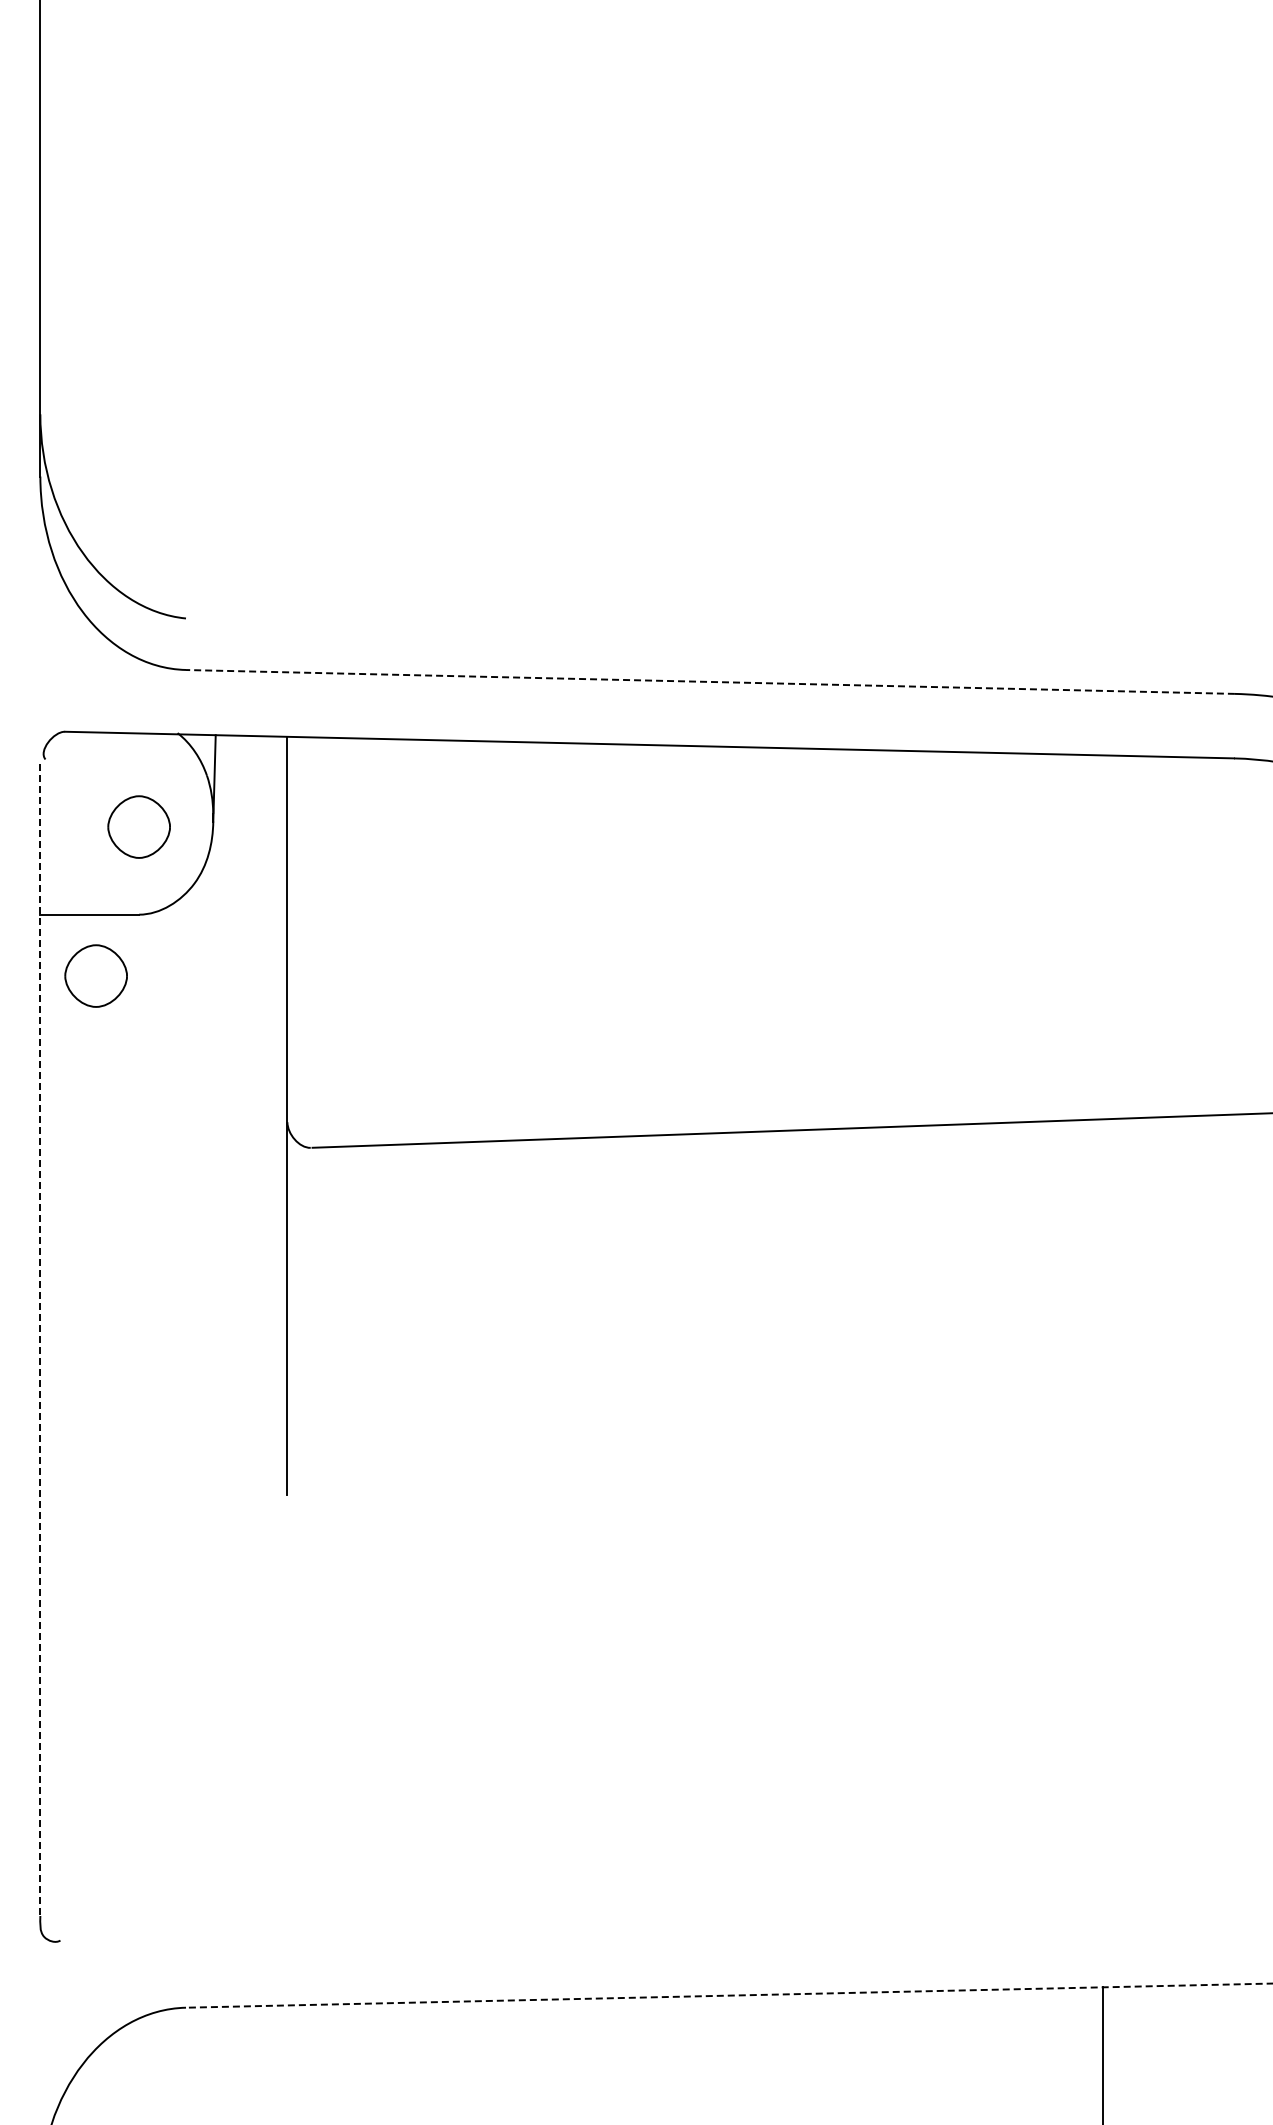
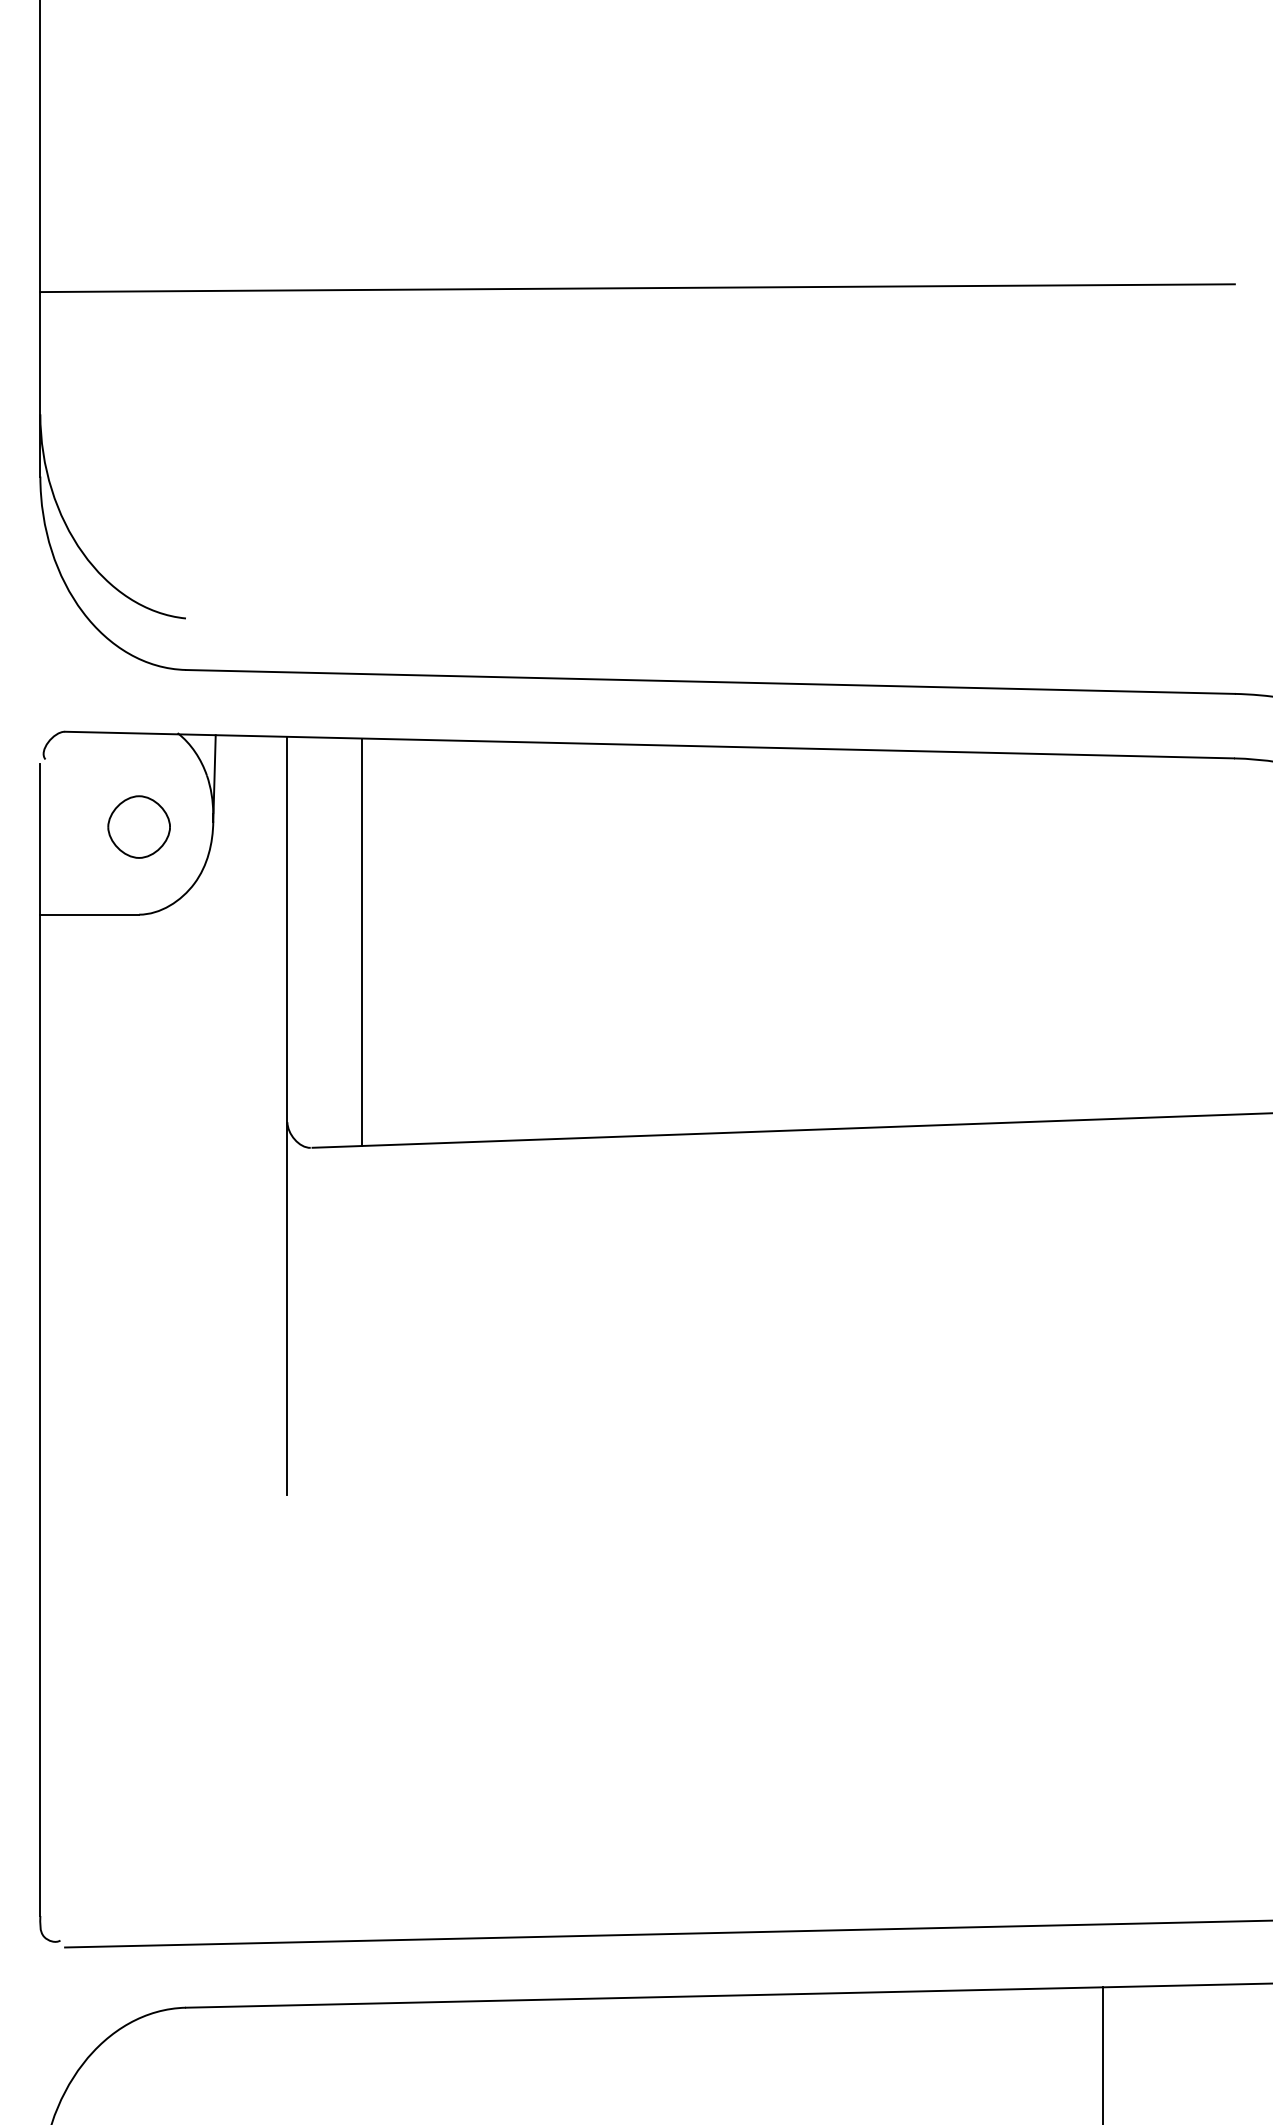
line at (637, 288): none -> present
line at (710, 681): dashed -> solid
line at (361, 942): none -> present
part at (95, 975): present -> none
line at (40, 1340): dashed -> solid
line at (667, 1933): none -> present
line at (728, 1995): dashed -> solid
